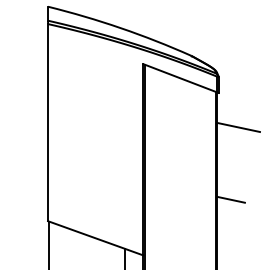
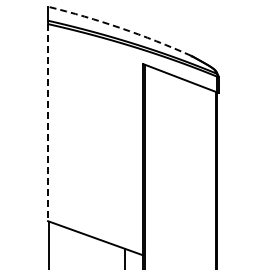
arc at (120, 28): solid -> dashed
line at (48, 122): solid -> dashed
line at (237, 127): present -> none
line at (230, 199): present -> none
